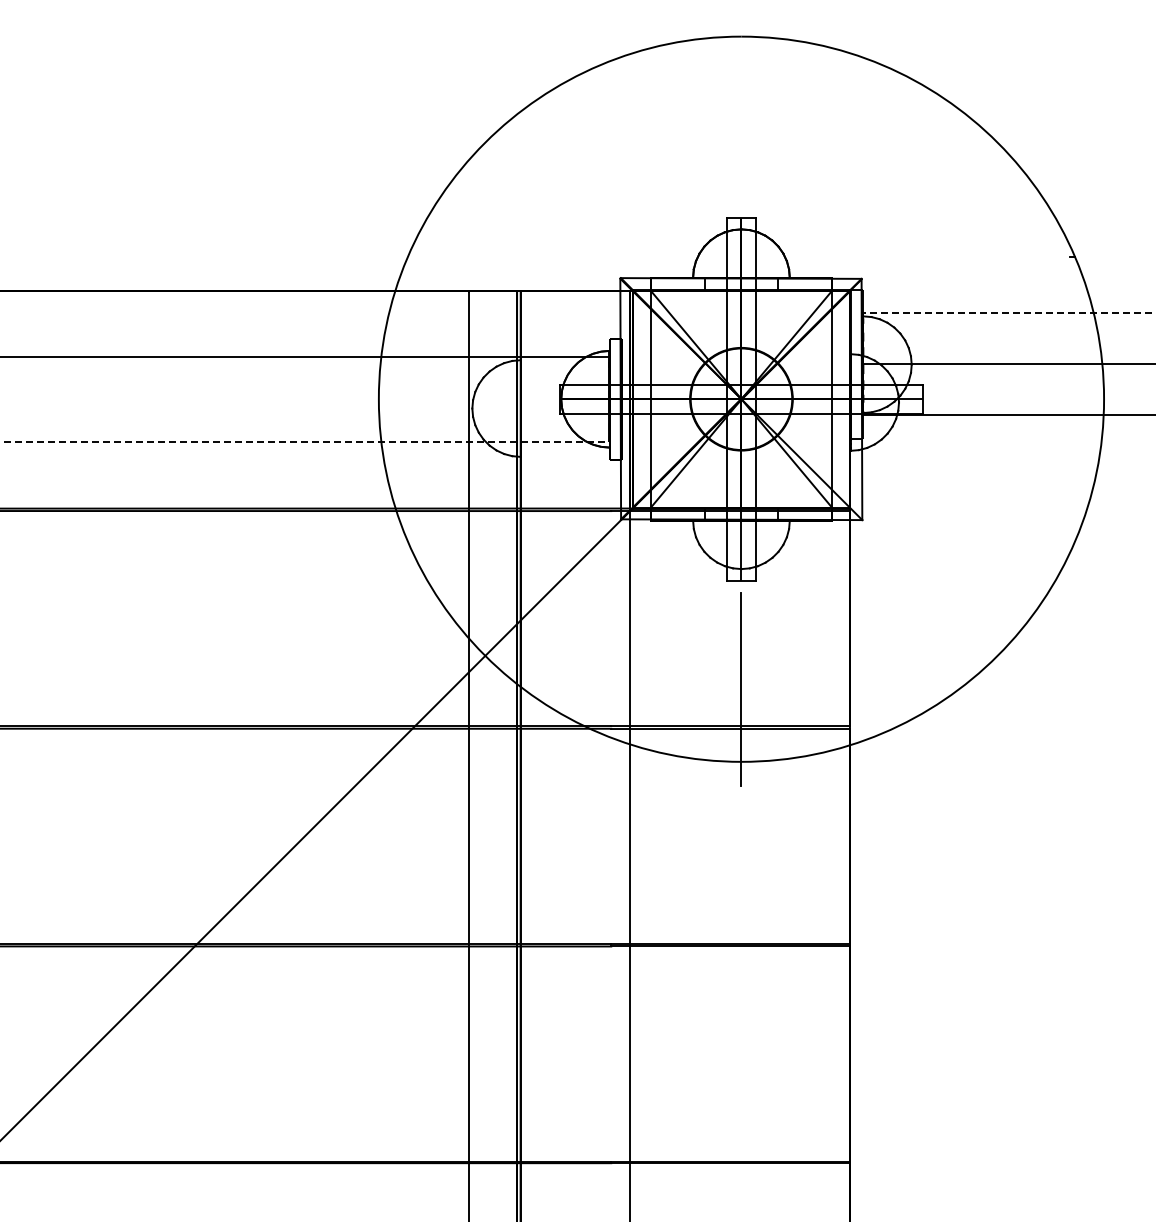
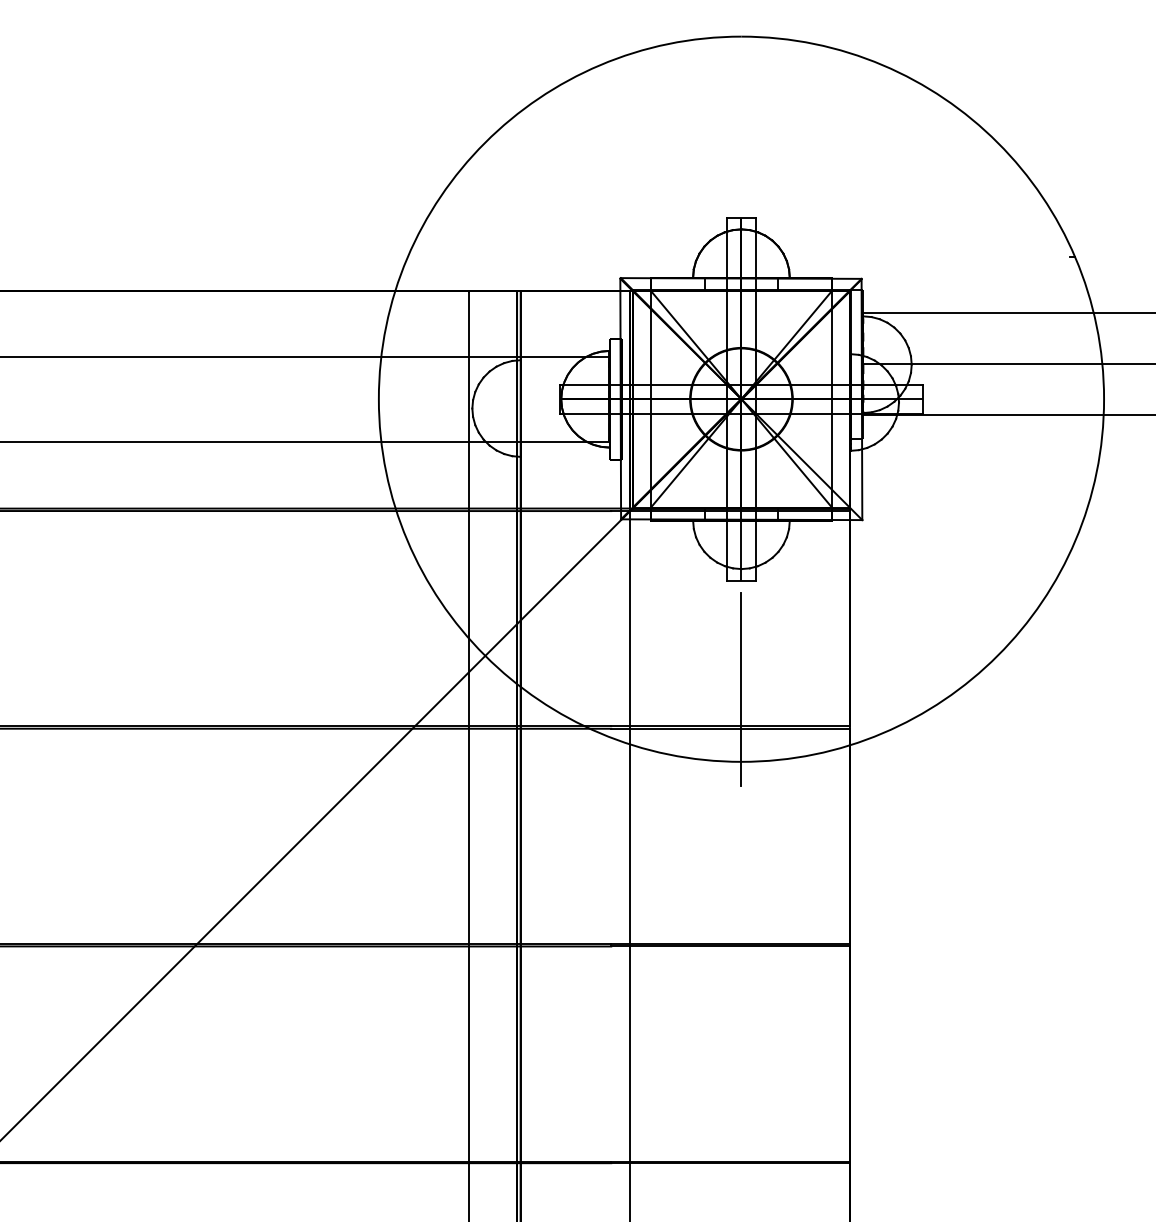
line at (1008, 313): dashed -> solid
line at (305, 441): dashed -> solid
